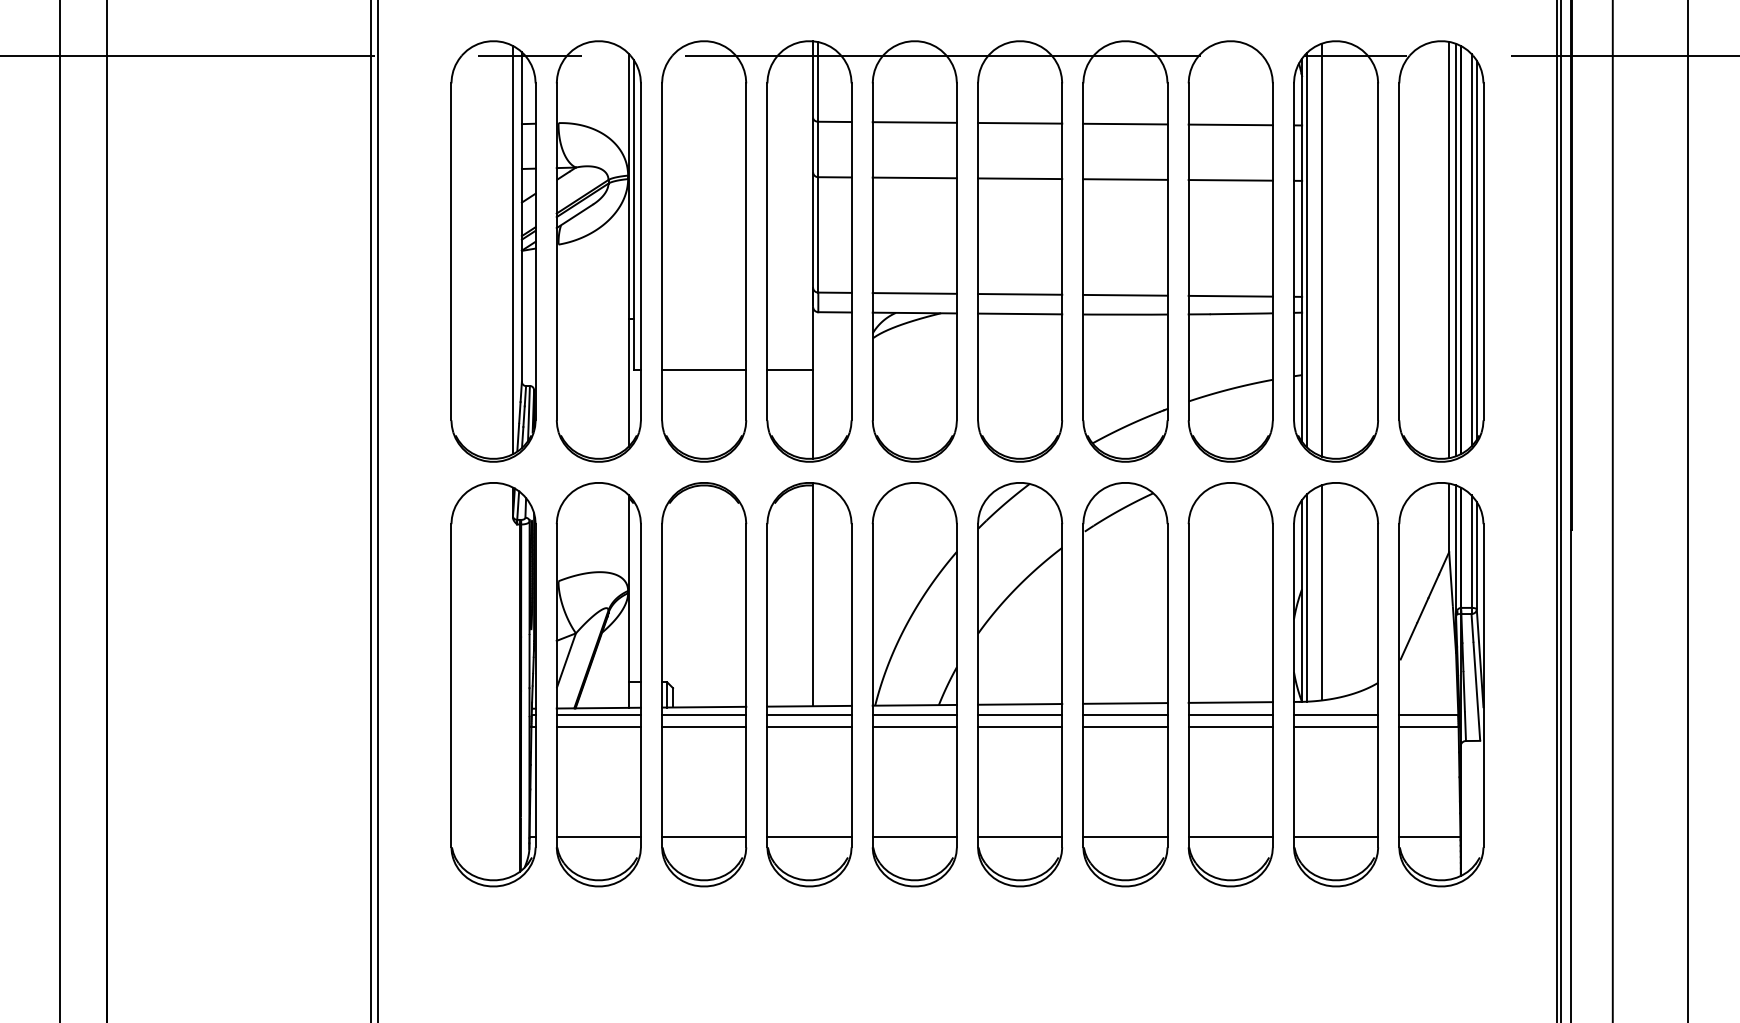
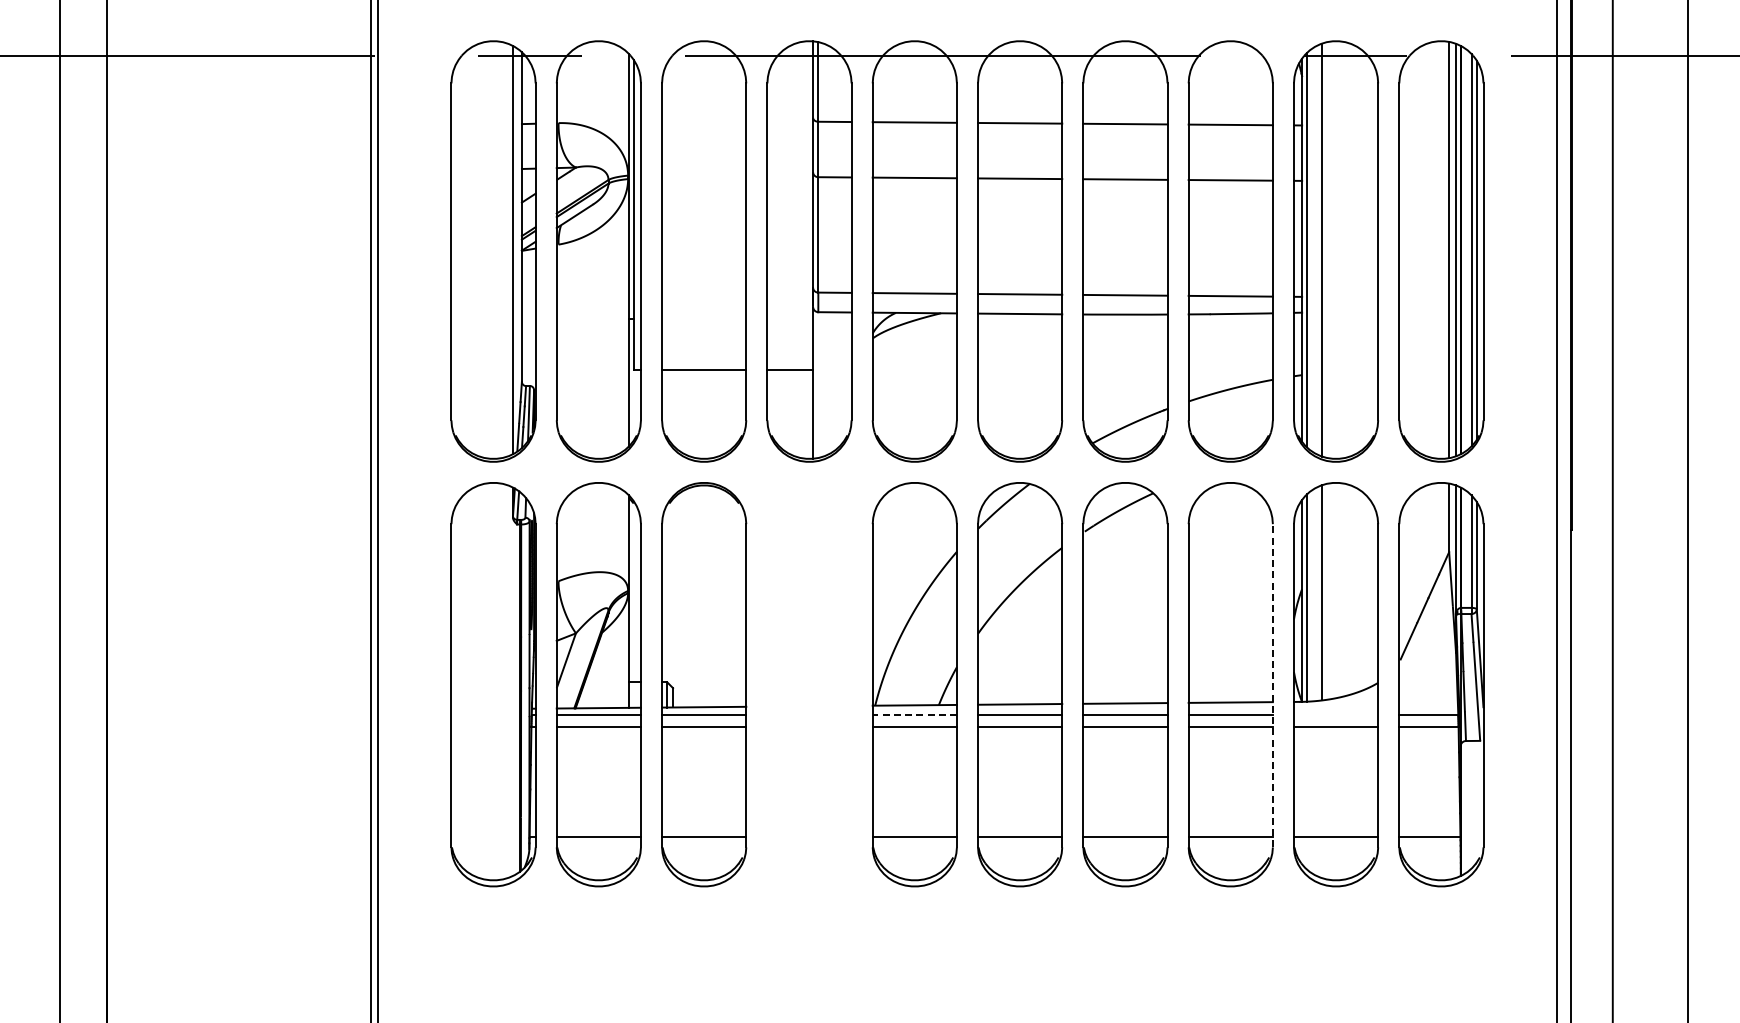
line at (1561, 510): present -> none
part at (809, 684): present -> none
line at (1272, 685): solid -> dashed
line at (914, 715): solid -> dashed
line at (1335, 715): present -> none
